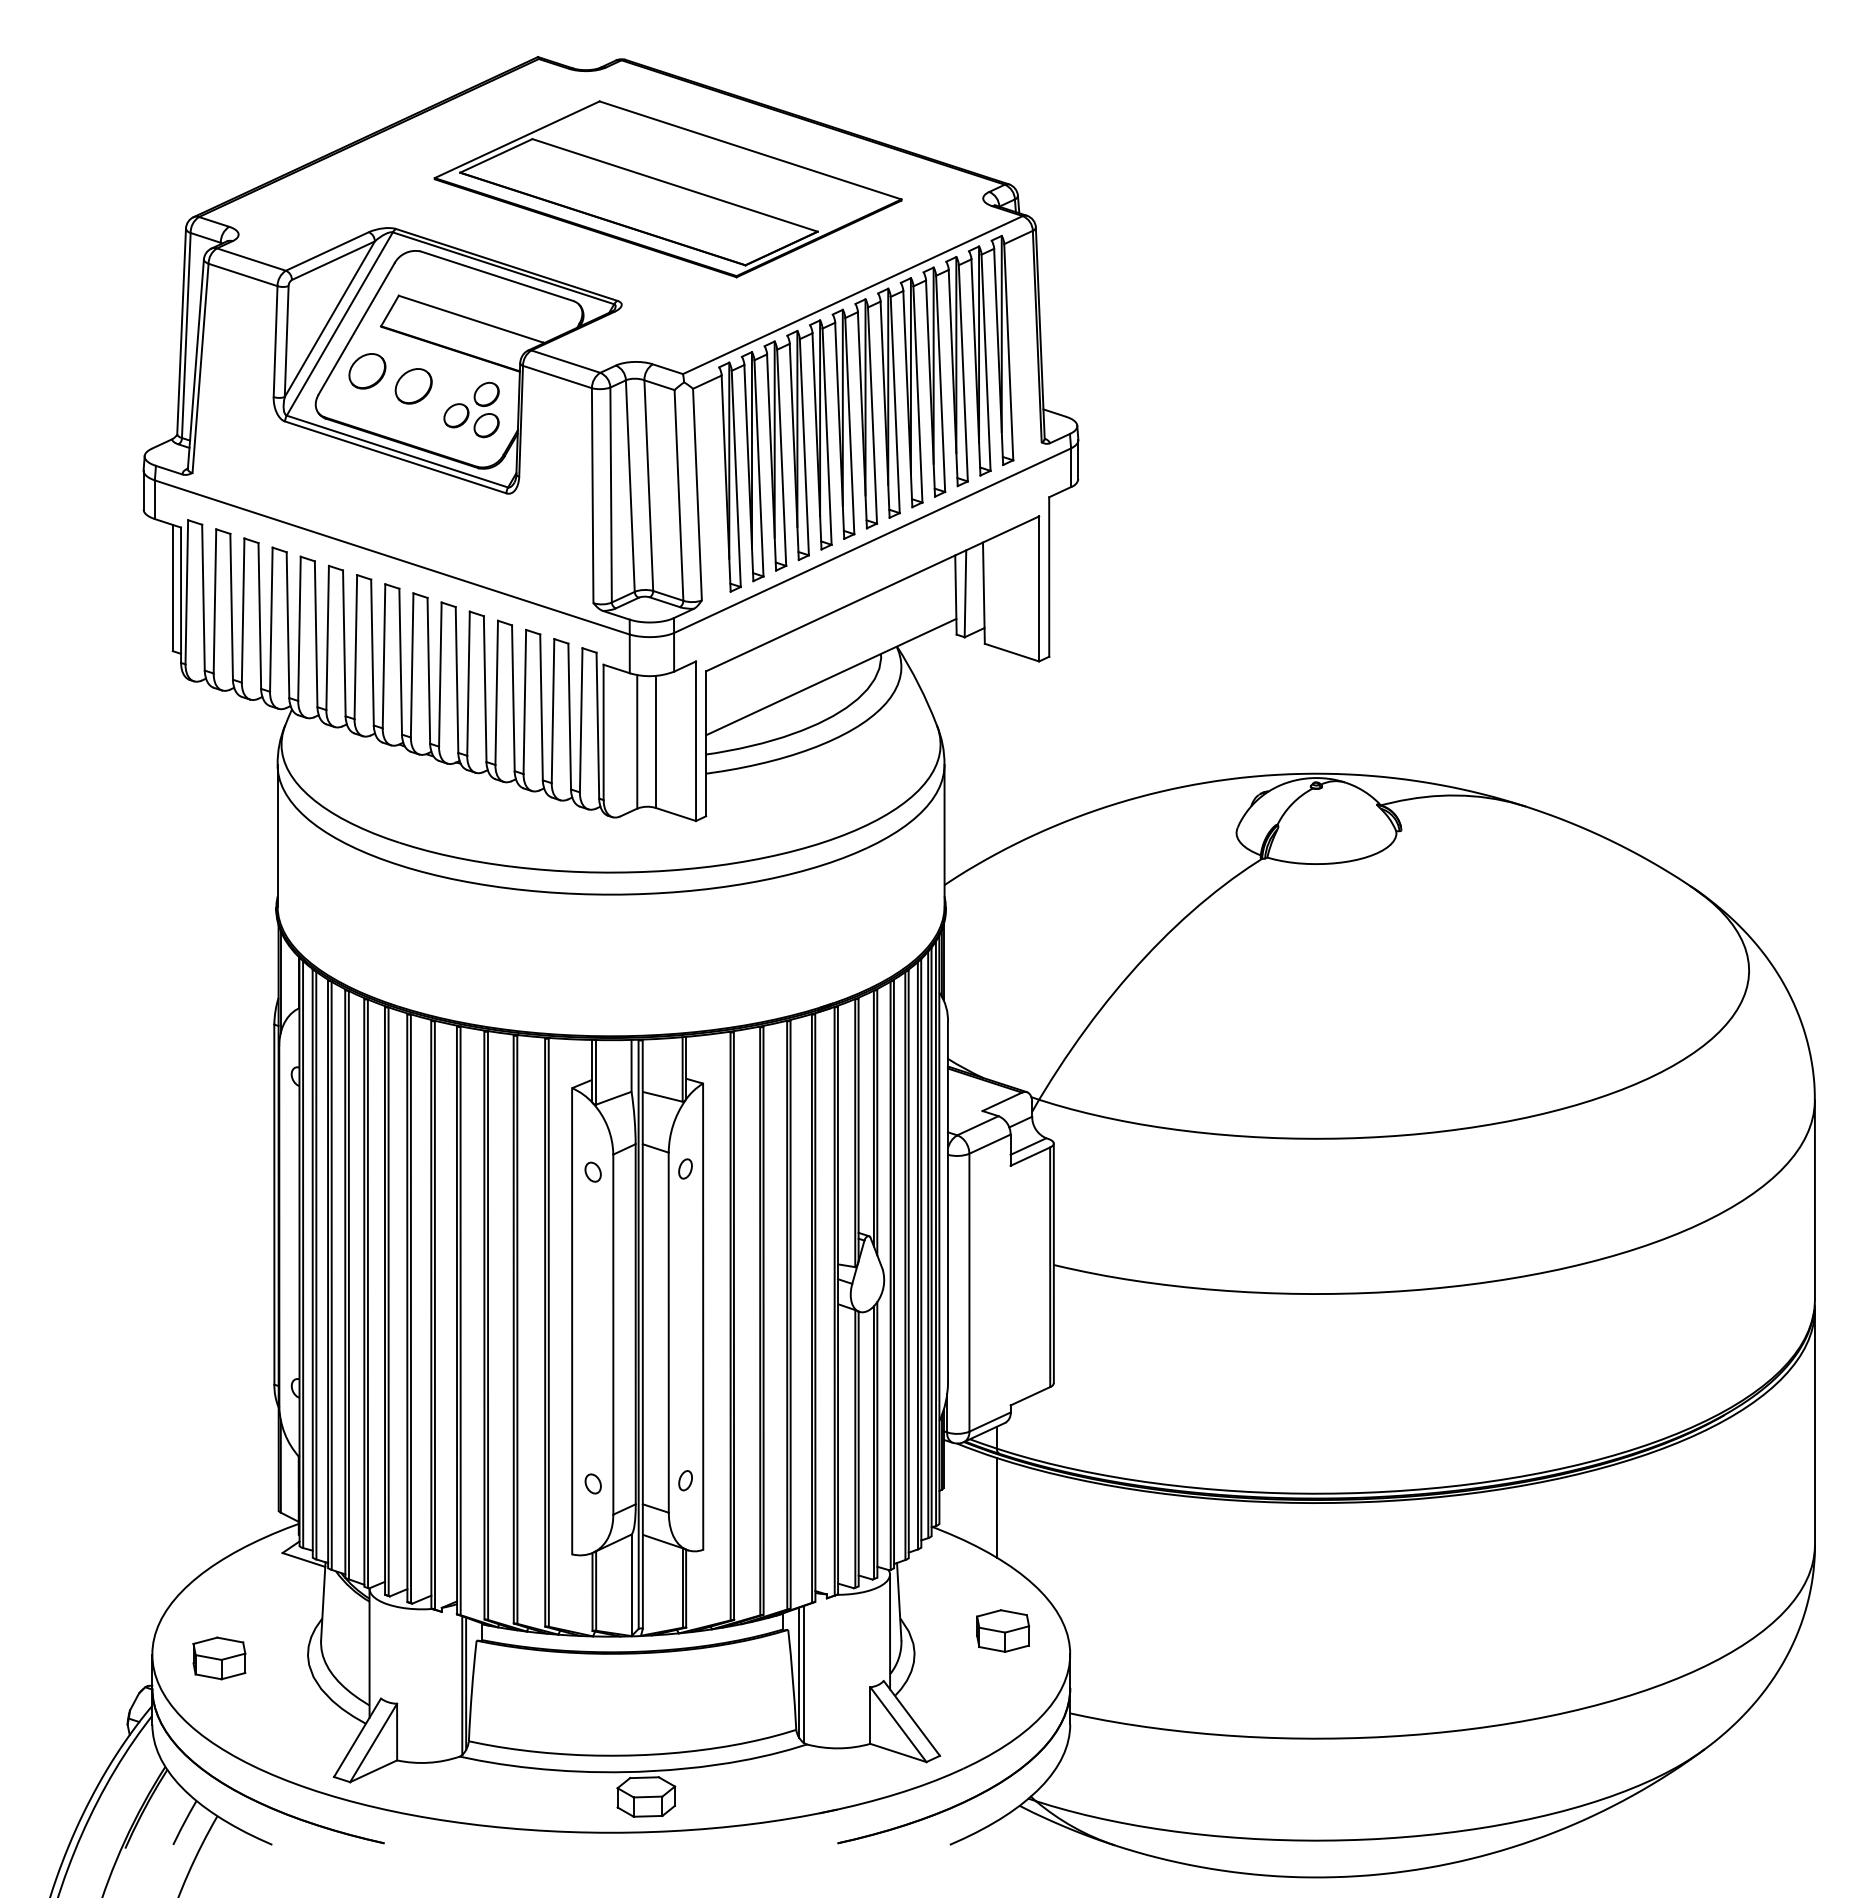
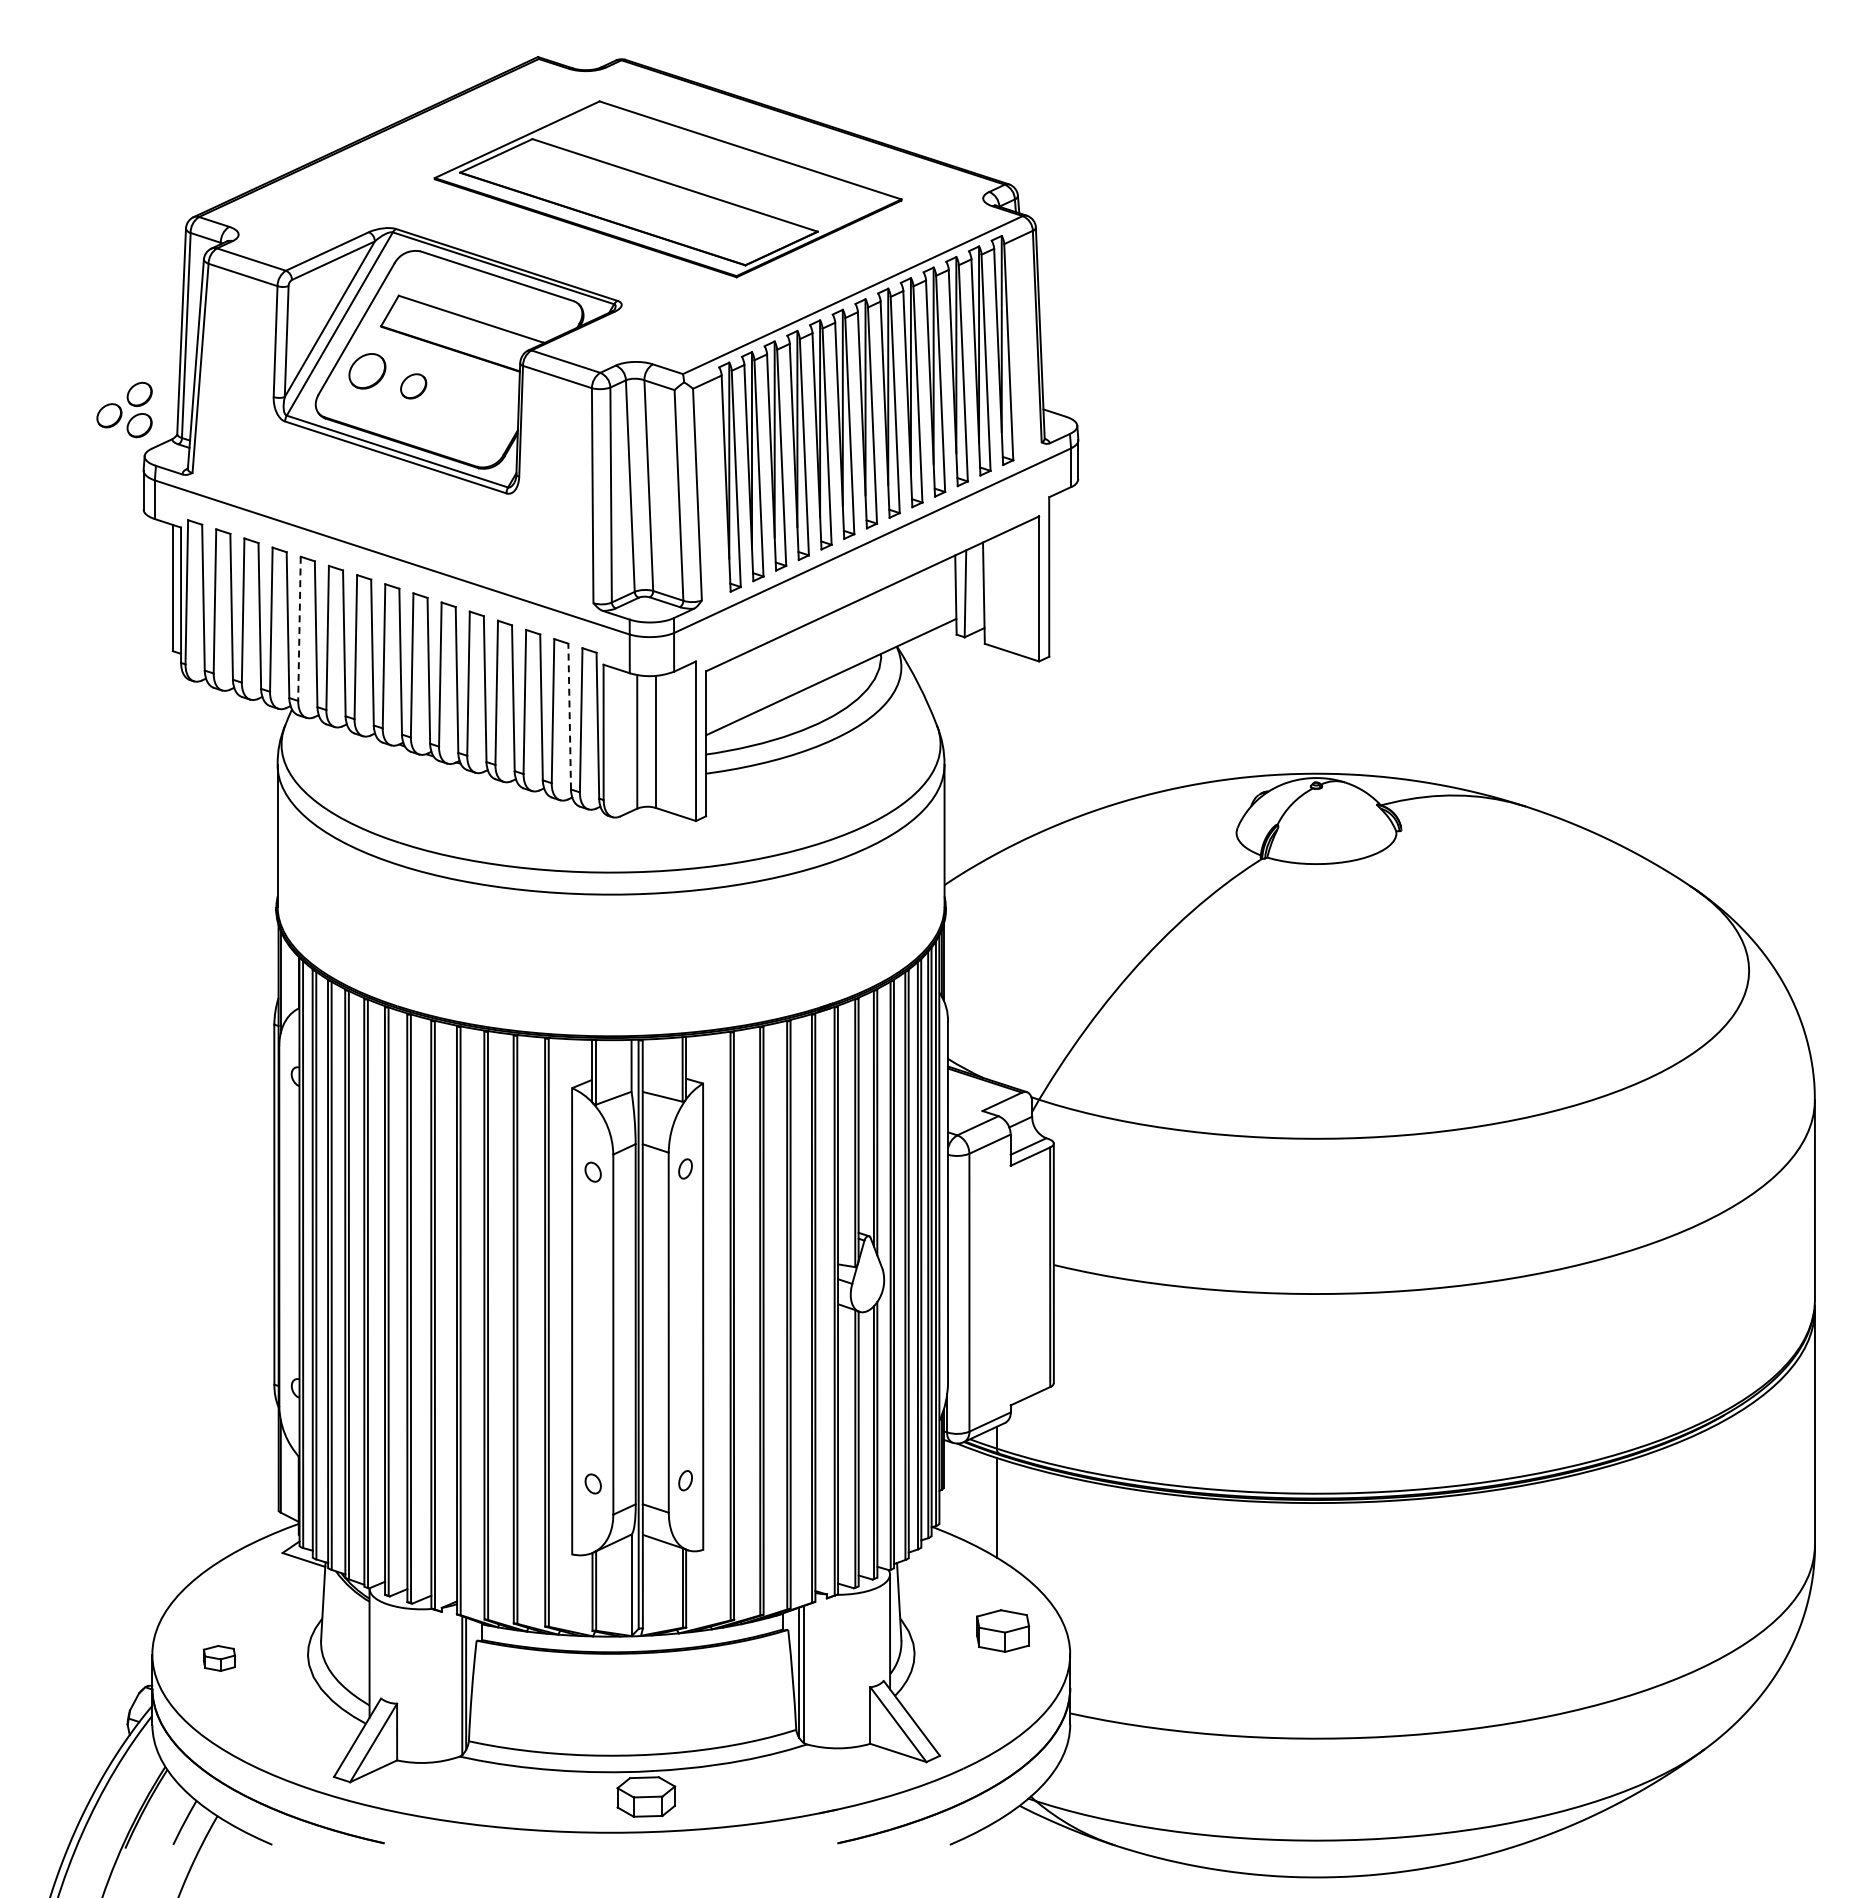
part at (413, 386) size: 39x37 px -> 28x27 px
part at (471, 409) position: (471, 409) -> (124, 409)
line at (299, 629): solid -> dashed
line at (569, 716): solid -> dashed
part at (219, 1658) size: 55x45 px -> 34x27 px
